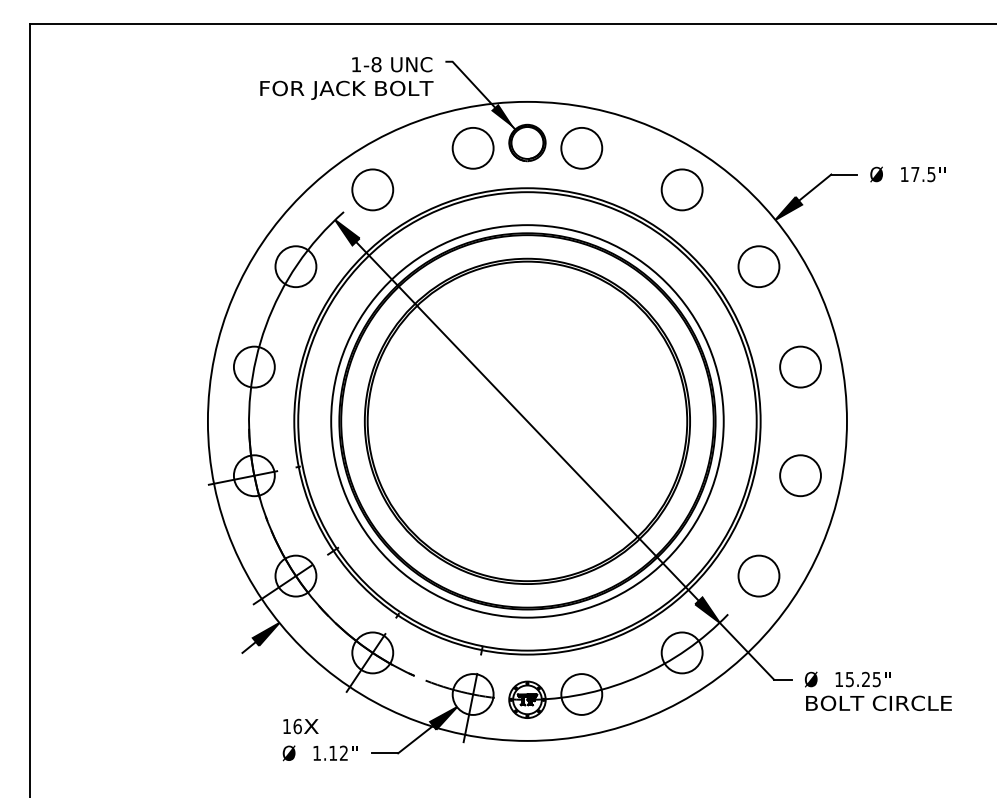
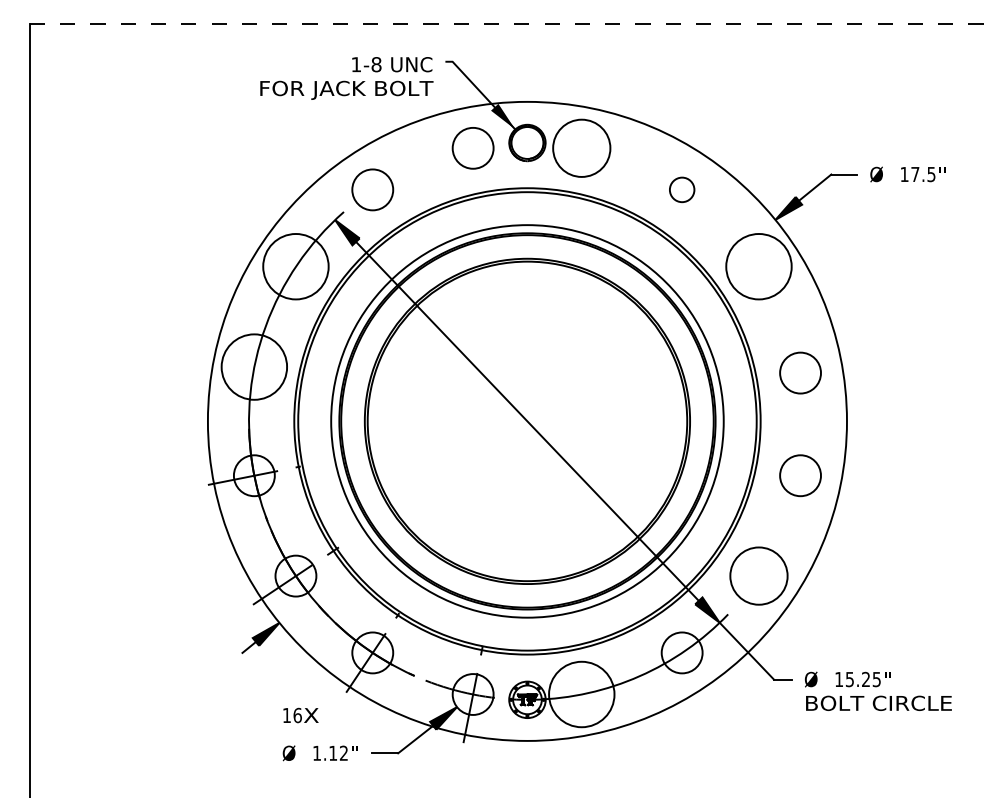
line at (513, 24): solid -> dashed
circle at (581, 147) diameter: 41 px -> 57 px
circle at (681, 189) diameter: 41 px -> 25 px
circle at (295, 266) diameter: 41 px -> 65 px
circle at (758, 266) diameter: 41 px -> 65 px
circle at (253, 366) diameter: 41 px -> 65 px
circle at (800, 366) position: (800, 366) -> (800, 372)
circle at (758, 575) diameter: 41 px -> 57 px
circle at (581, 694) diameter: 41 px -> 65 px
text at (300, 726) position: (300, 726) -> (300, 715)
